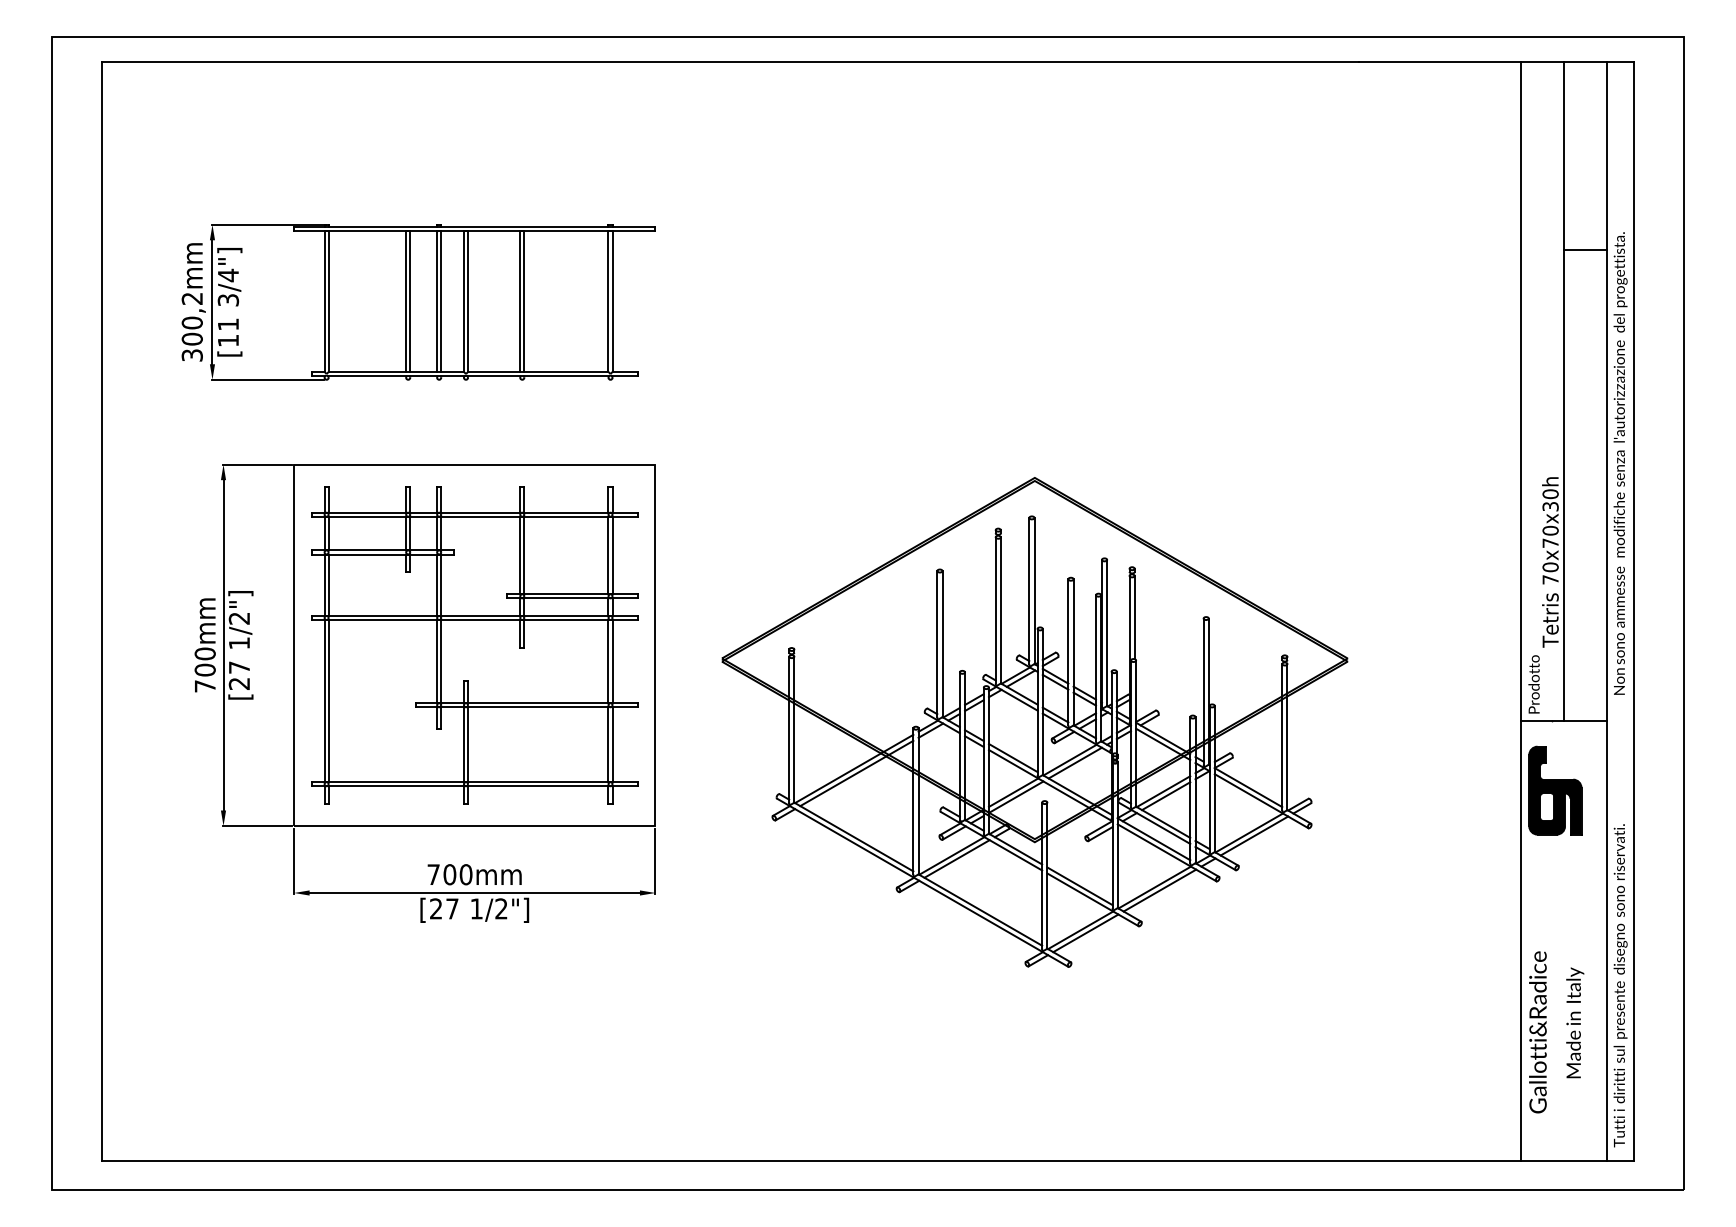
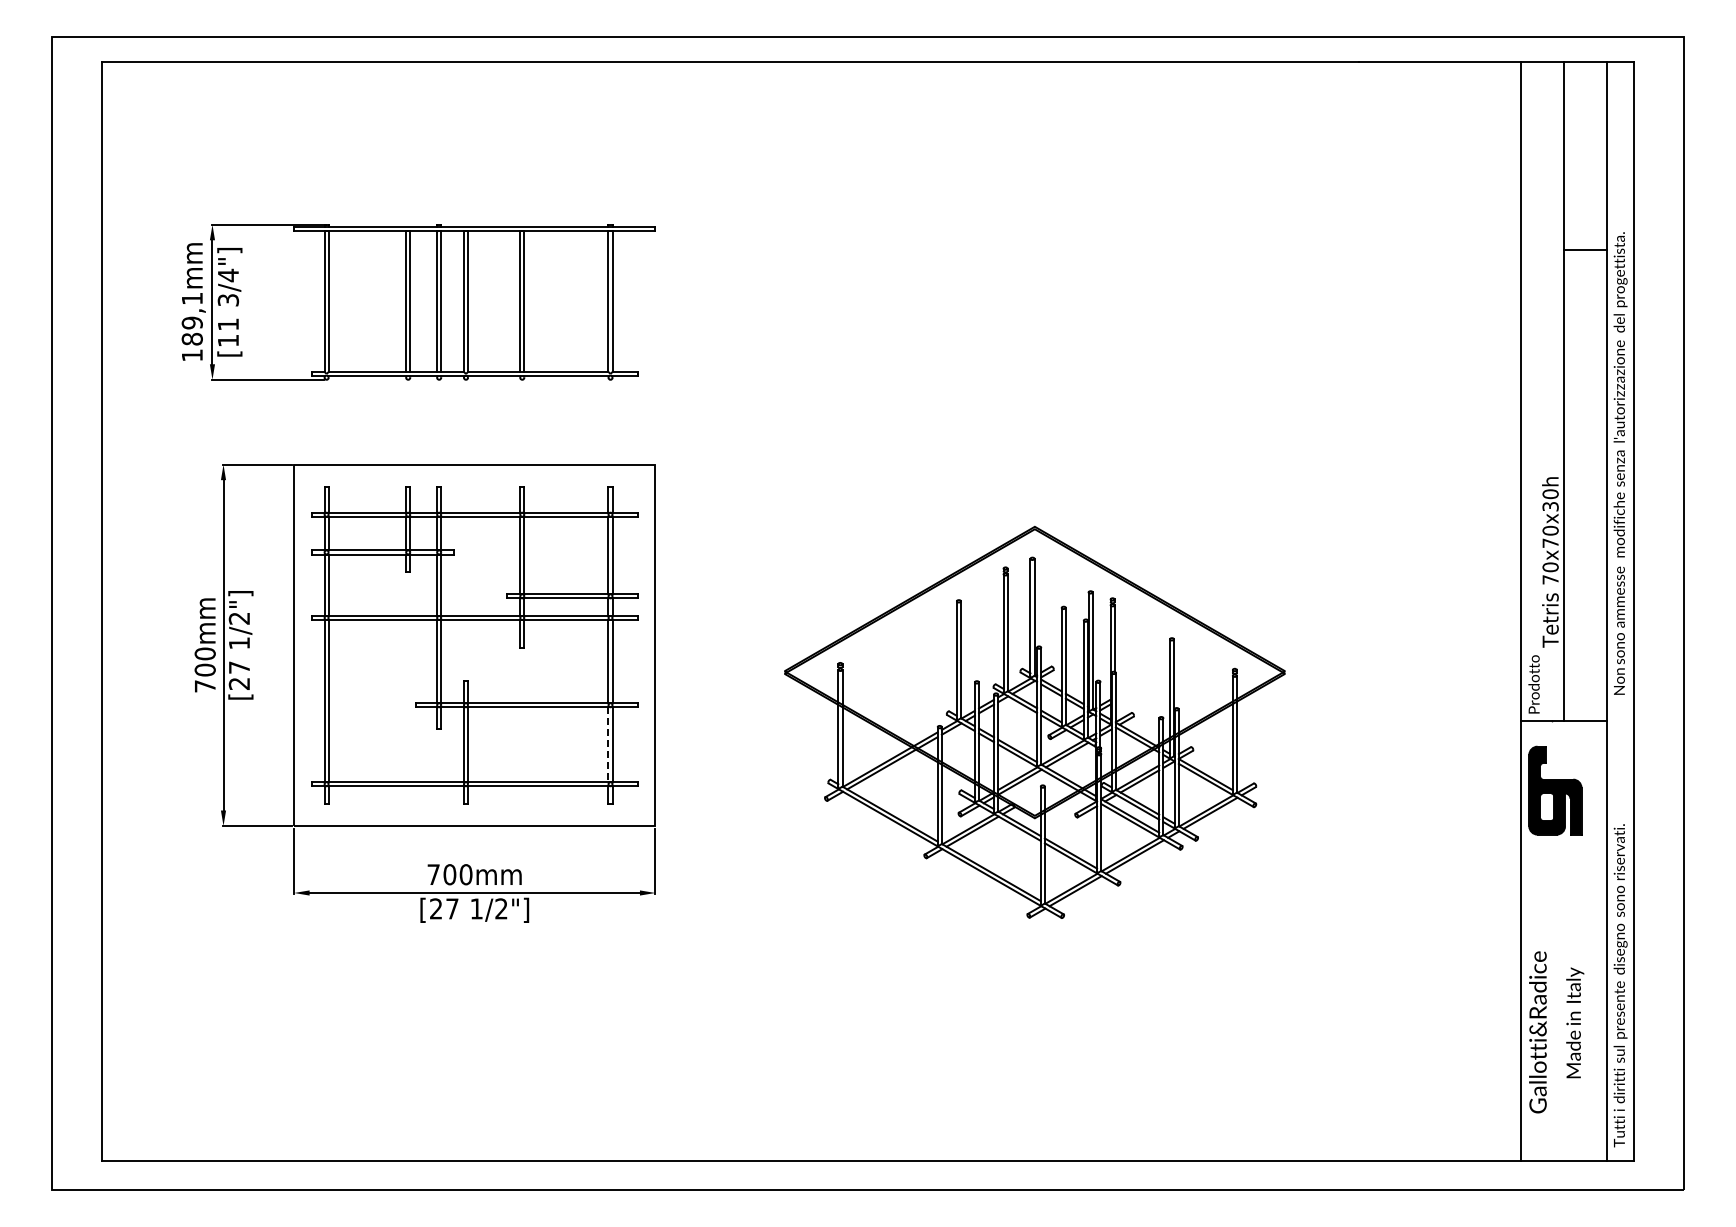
text at (191, 327): 300,2mm -> 189,1mm
part at (1034, 722) size: 628x491 px -> 502x394 px
line at (608, 745): solid -> dashed
